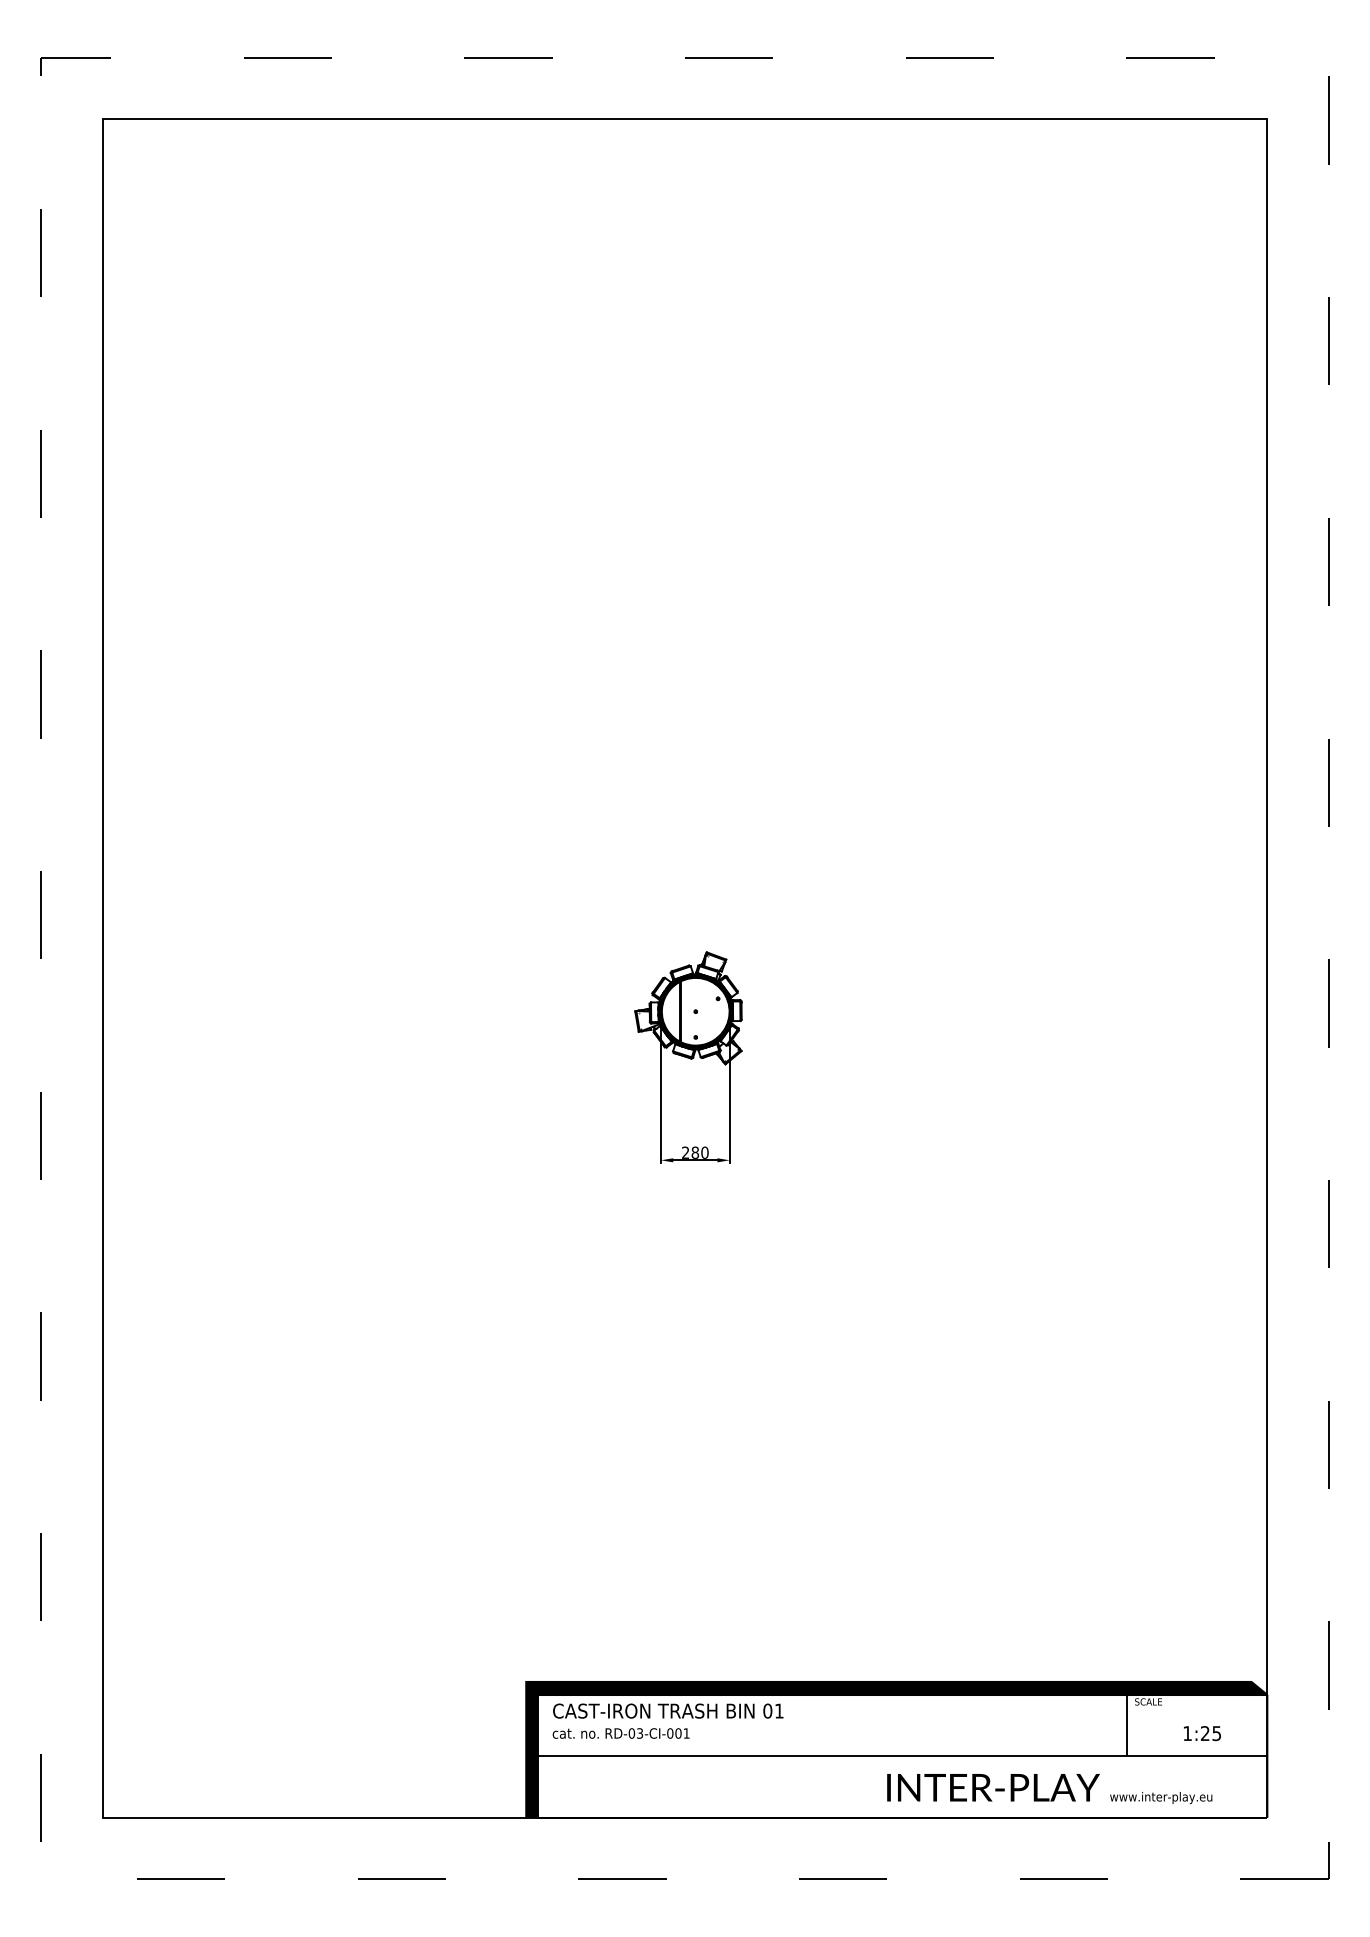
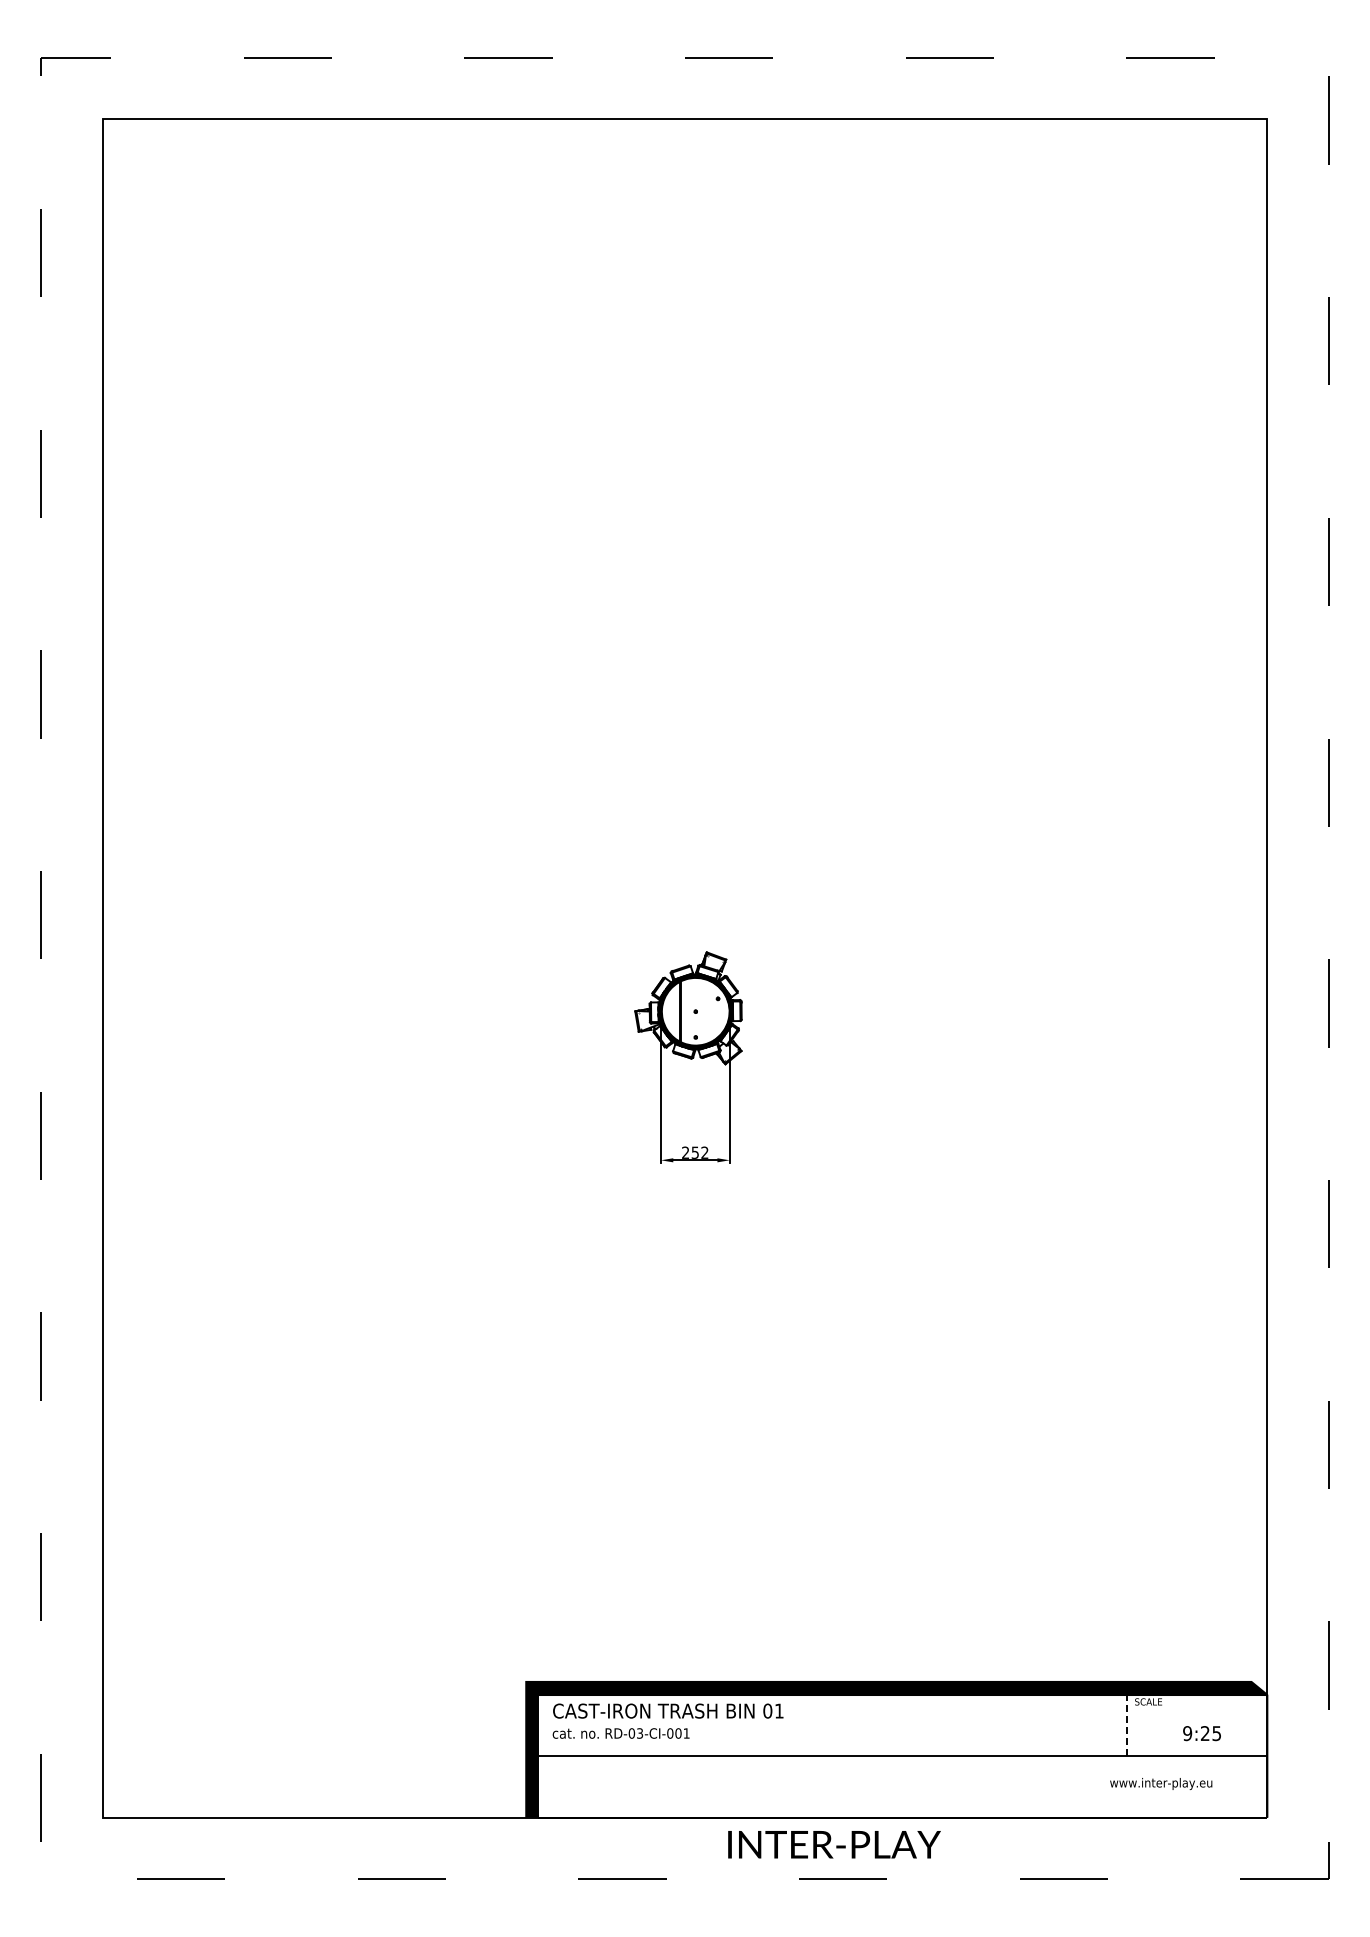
text at (699, 1152): 280 -> 252
line at (1127, 1725): solid -> dashed
text at (1187, 1733): 1:25 -> 9:25
text at (993, 1787) position: (993, 1787) -> (834, 1844)
text at (1161, 1797) position: (1161, 1797) -> (1161, 1783)
